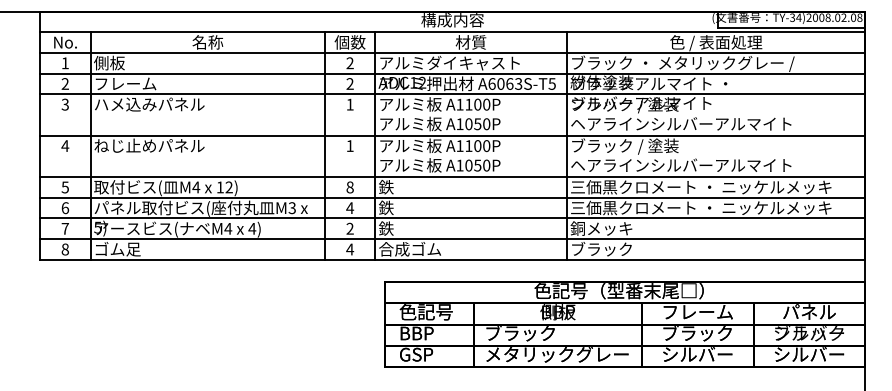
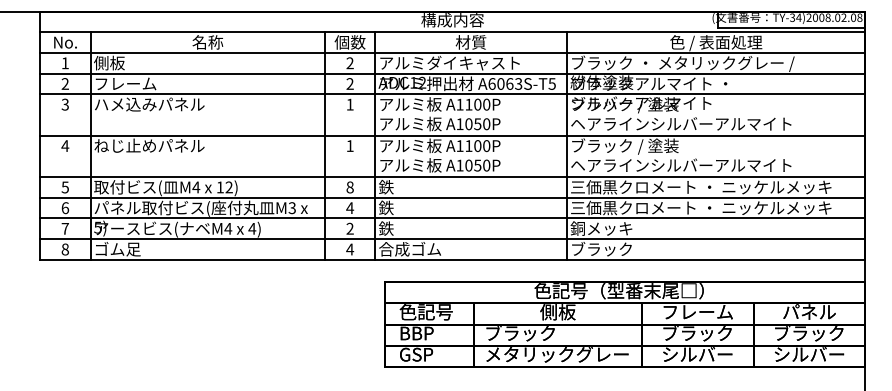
text at (557, 312): BBP -> 側板
text at (809, 333): シルバー -> ブラック
